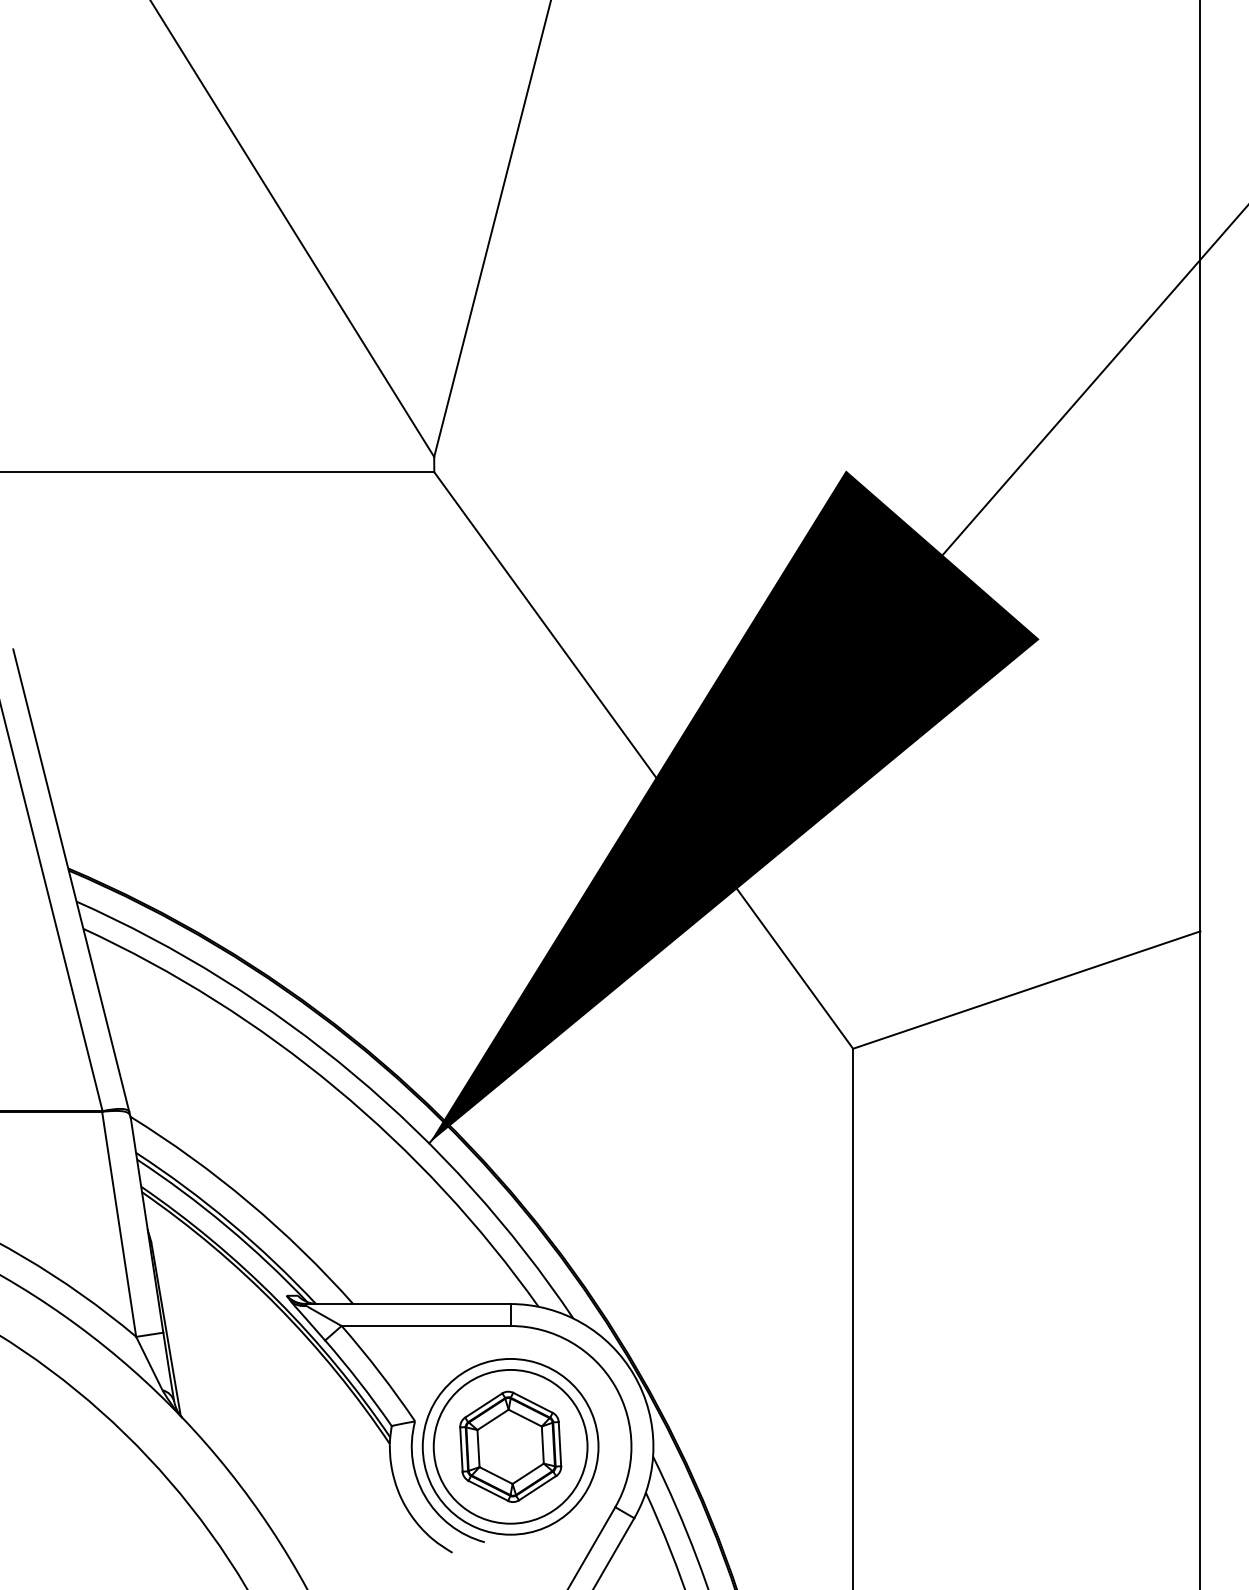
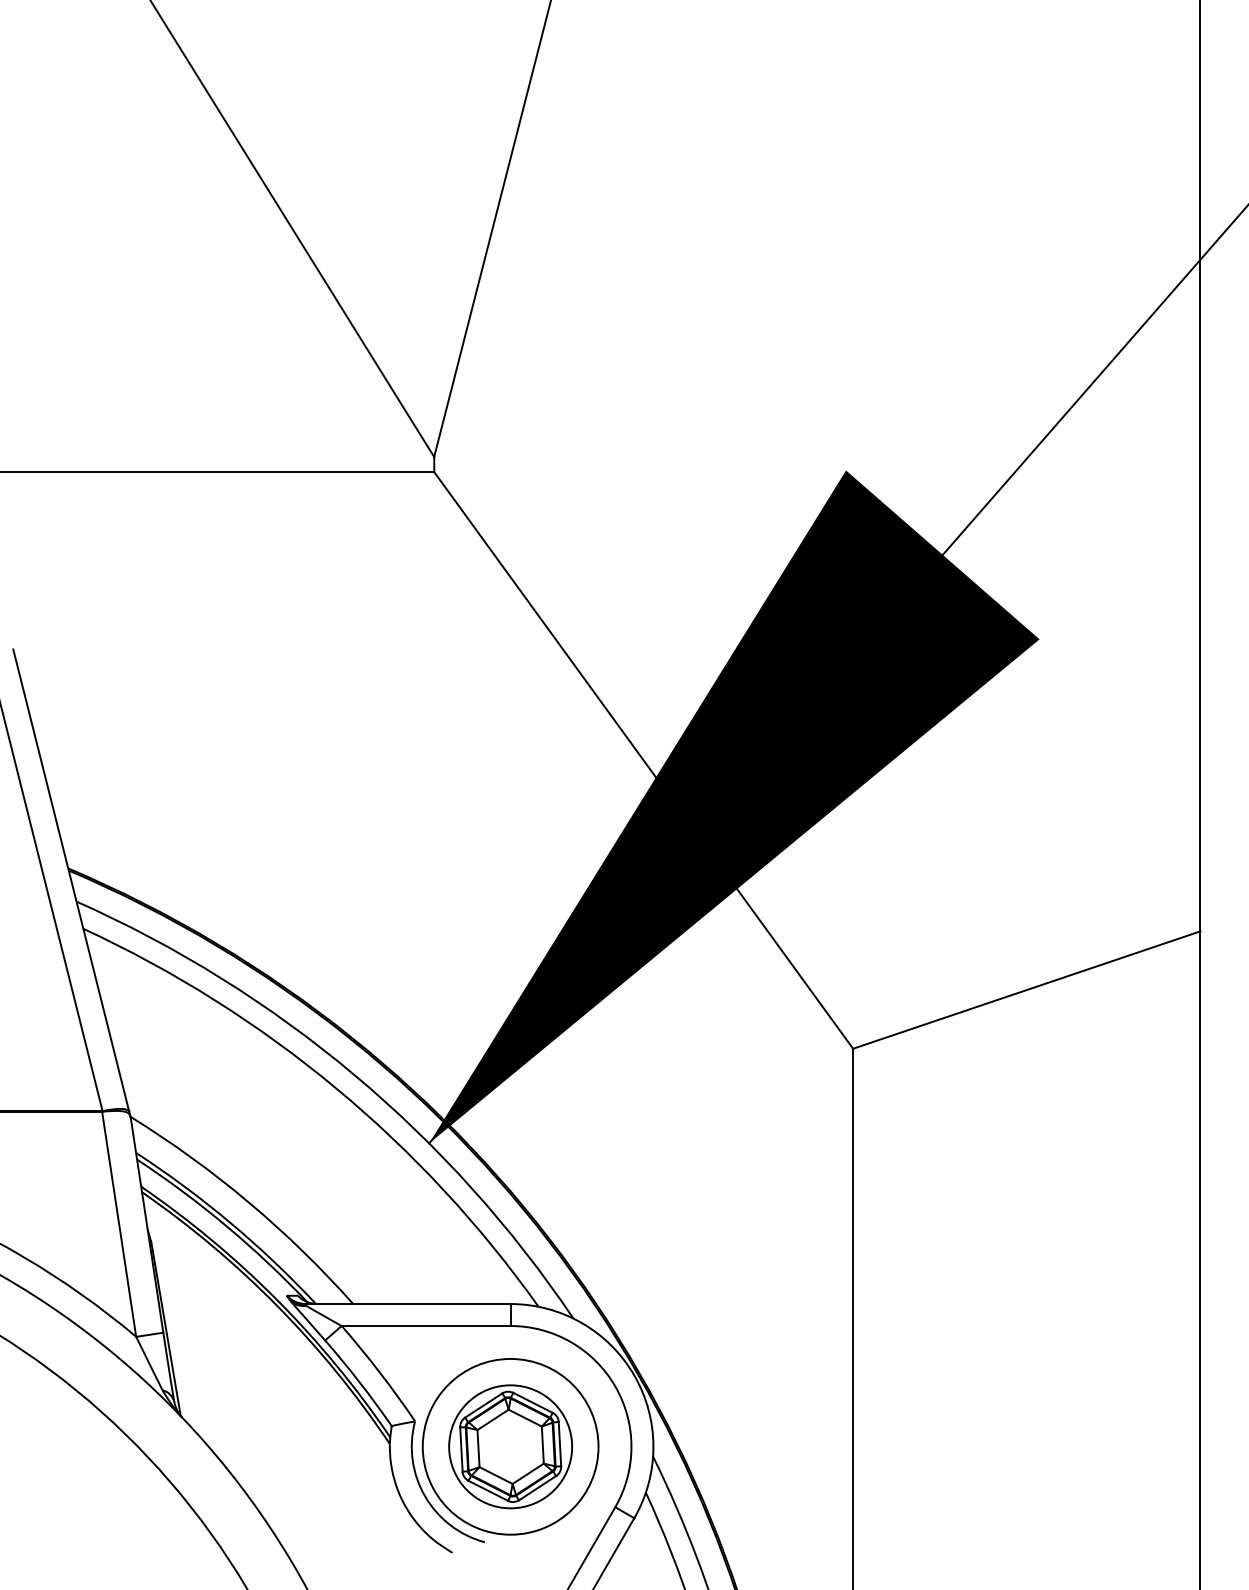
circle at (510, 1446) diameter: 154 px -> 123 px
